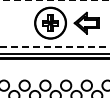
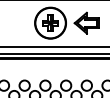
line at (55, 0): dashed -> solid
line at (55, 47): dashed -> solid
